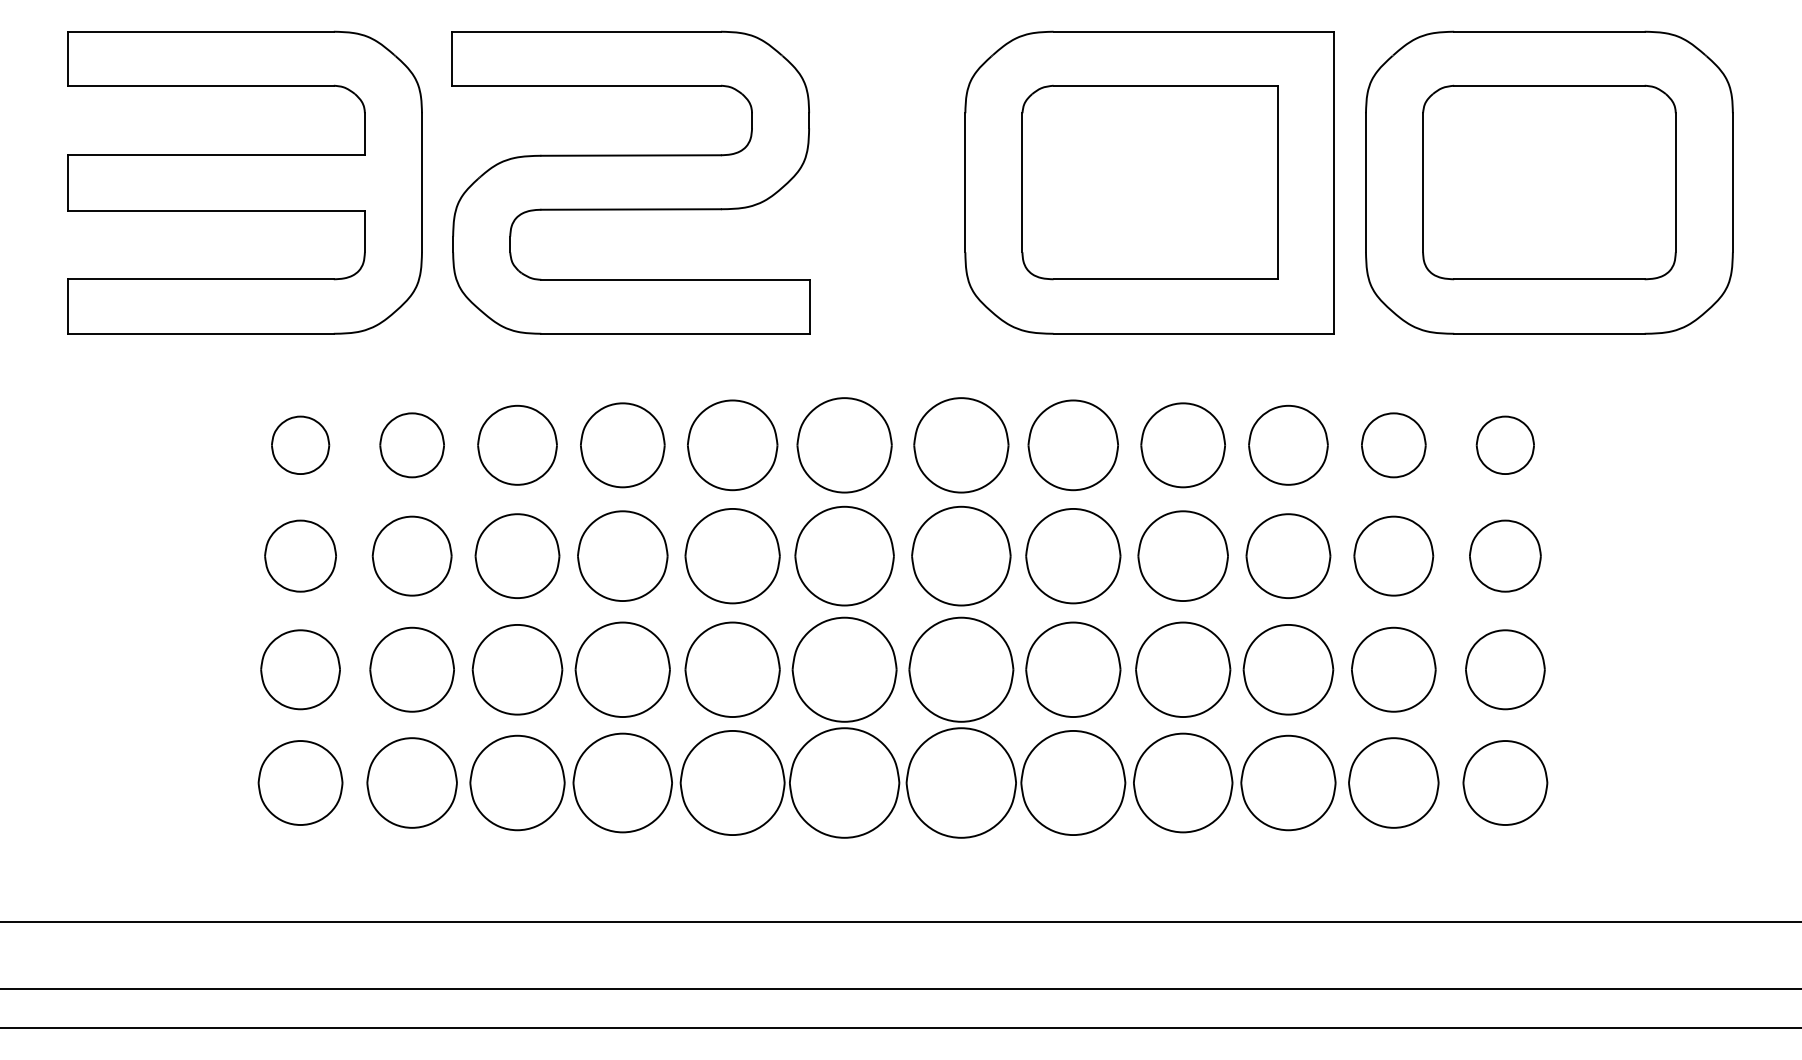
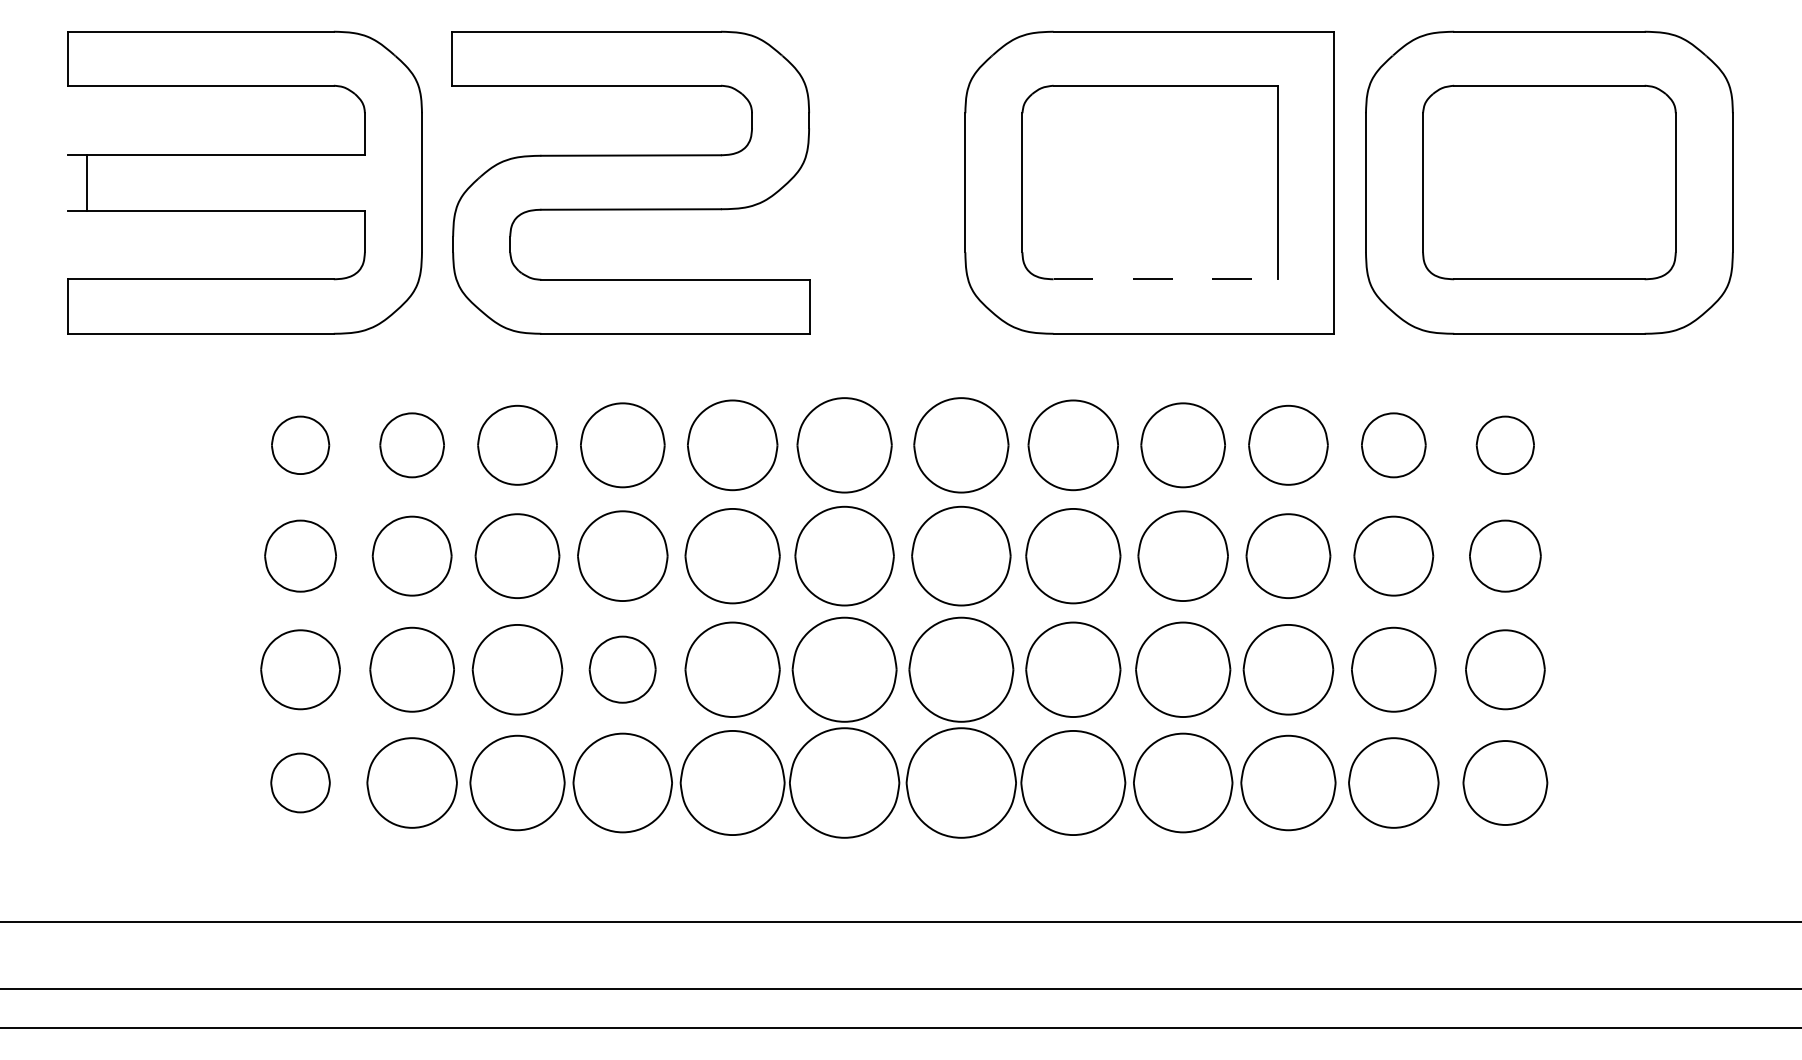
line at (68, 182) position: (68, 182) -> (87, 182)
line at (1166, 279): solid -> dashed
part at (622, 669) size: 97x97 px -> 69x69 px
part at (300, 782) size: 87x86 px -> 61x62 px
